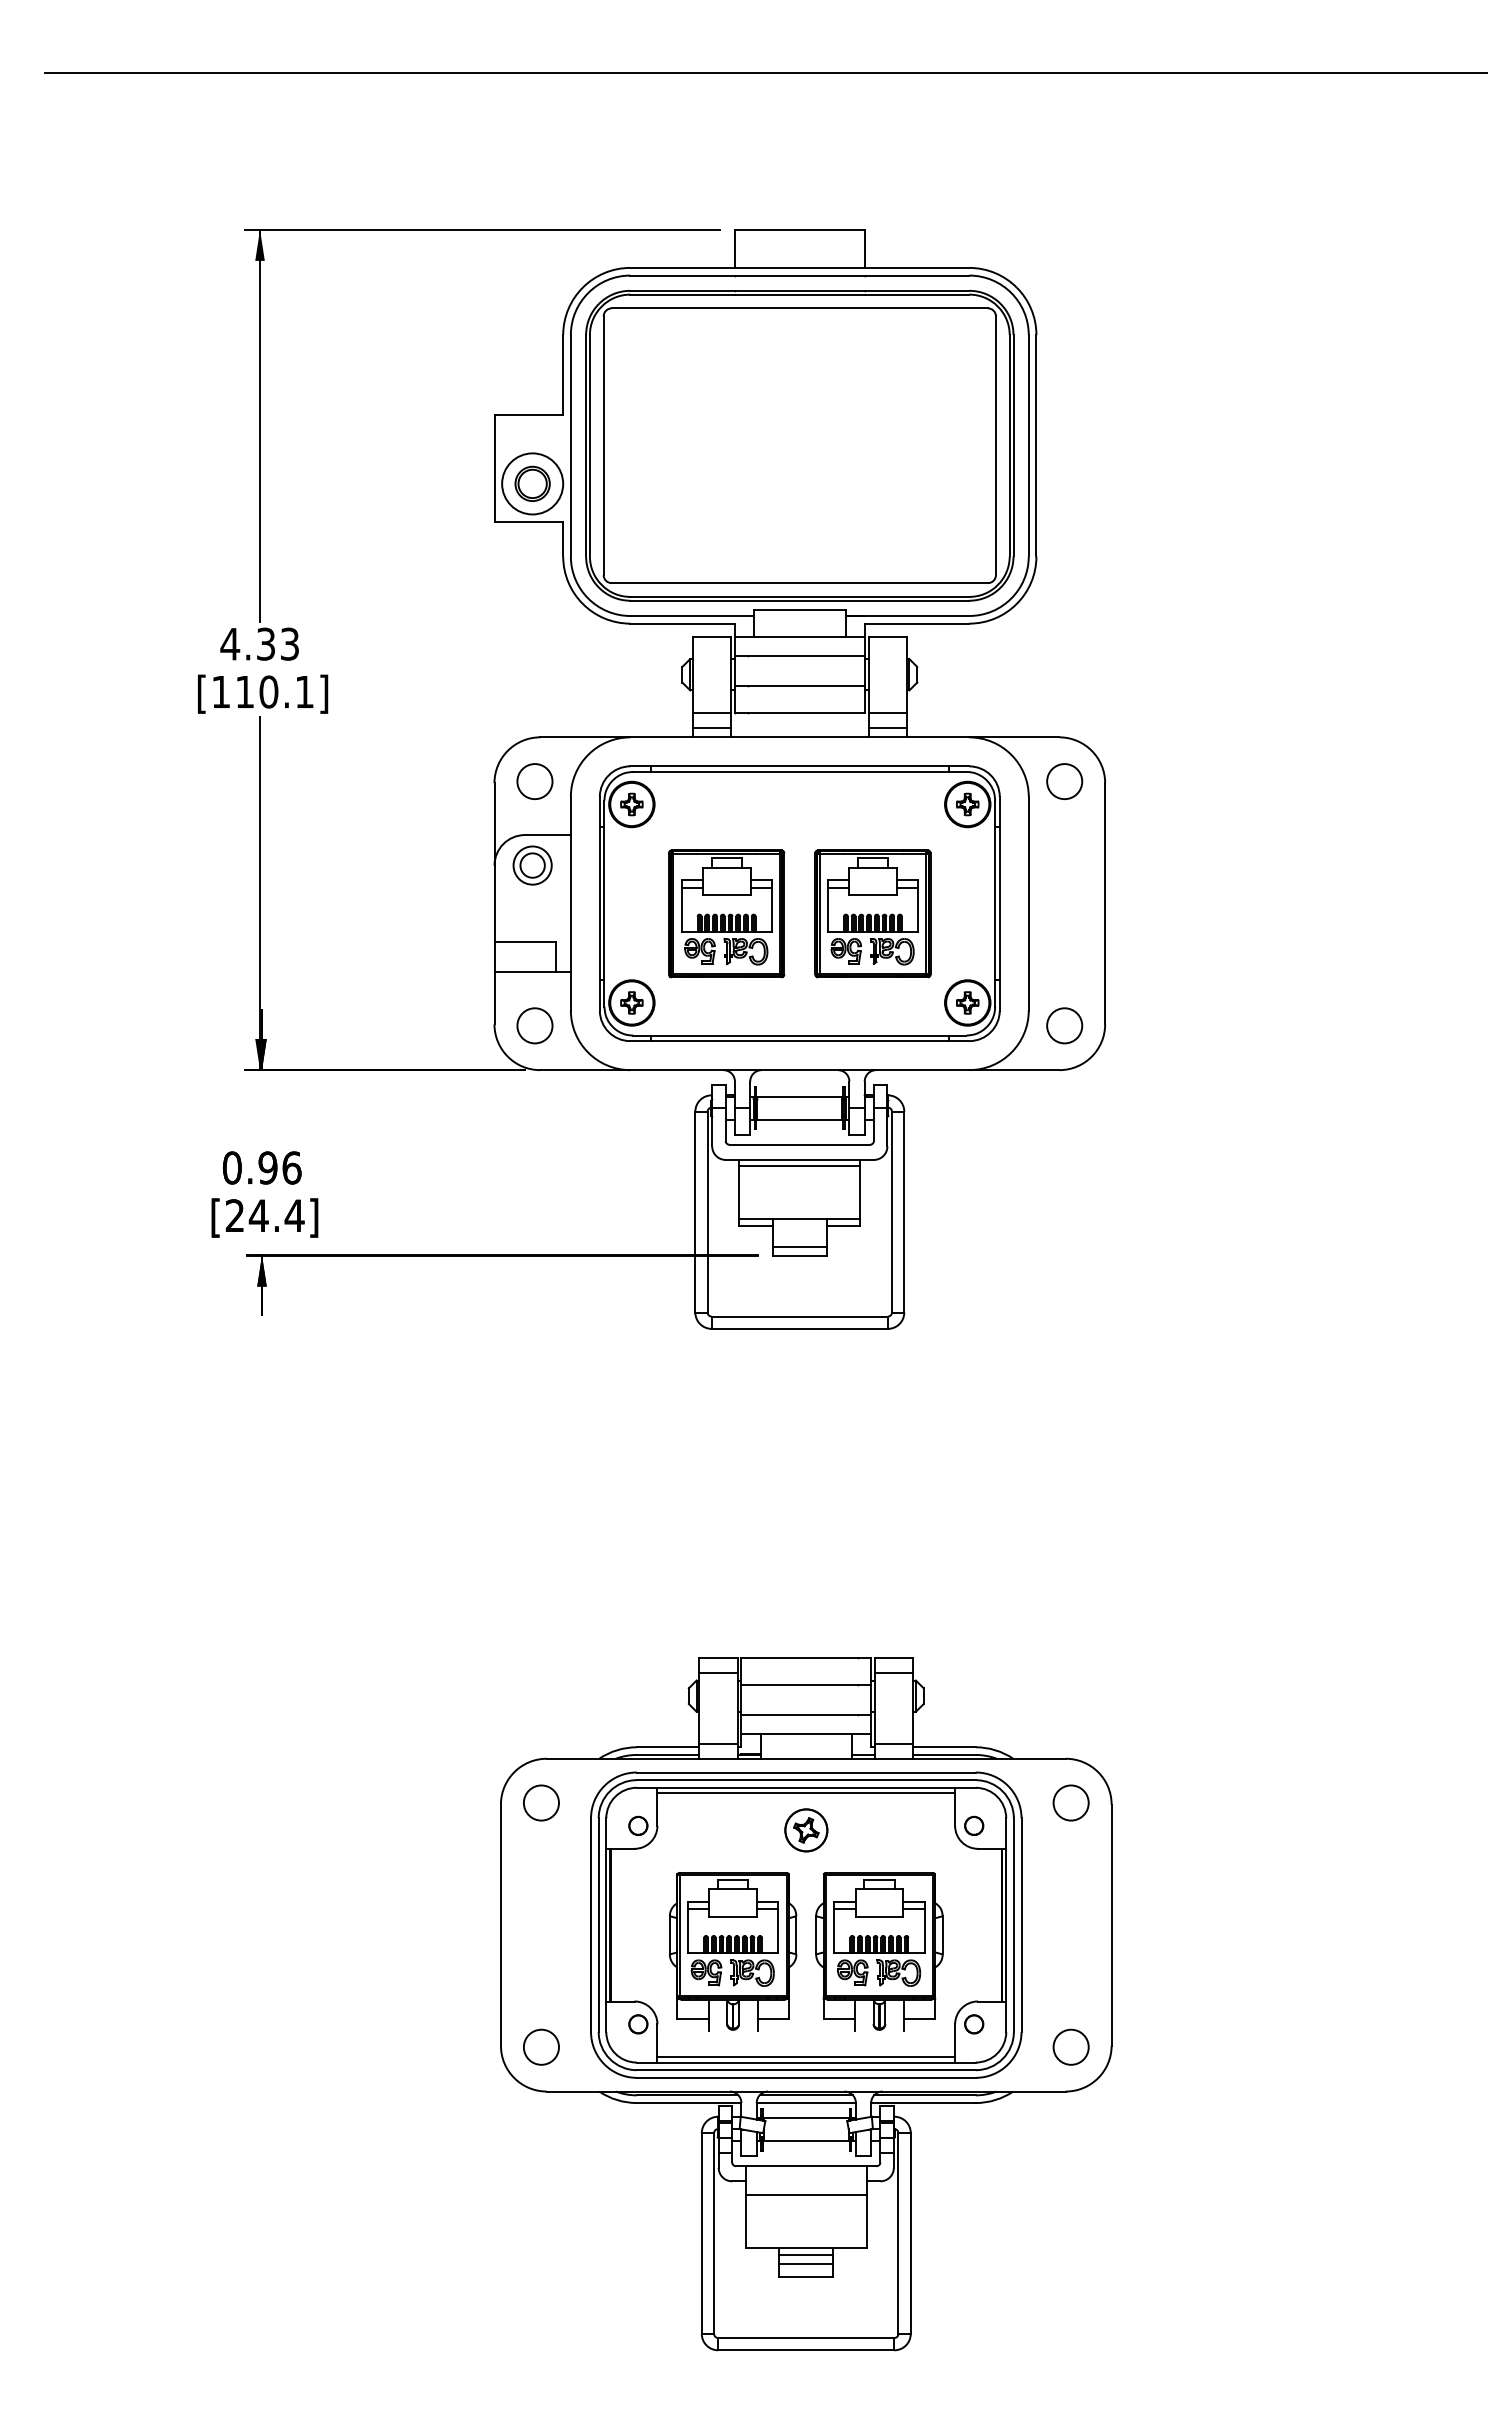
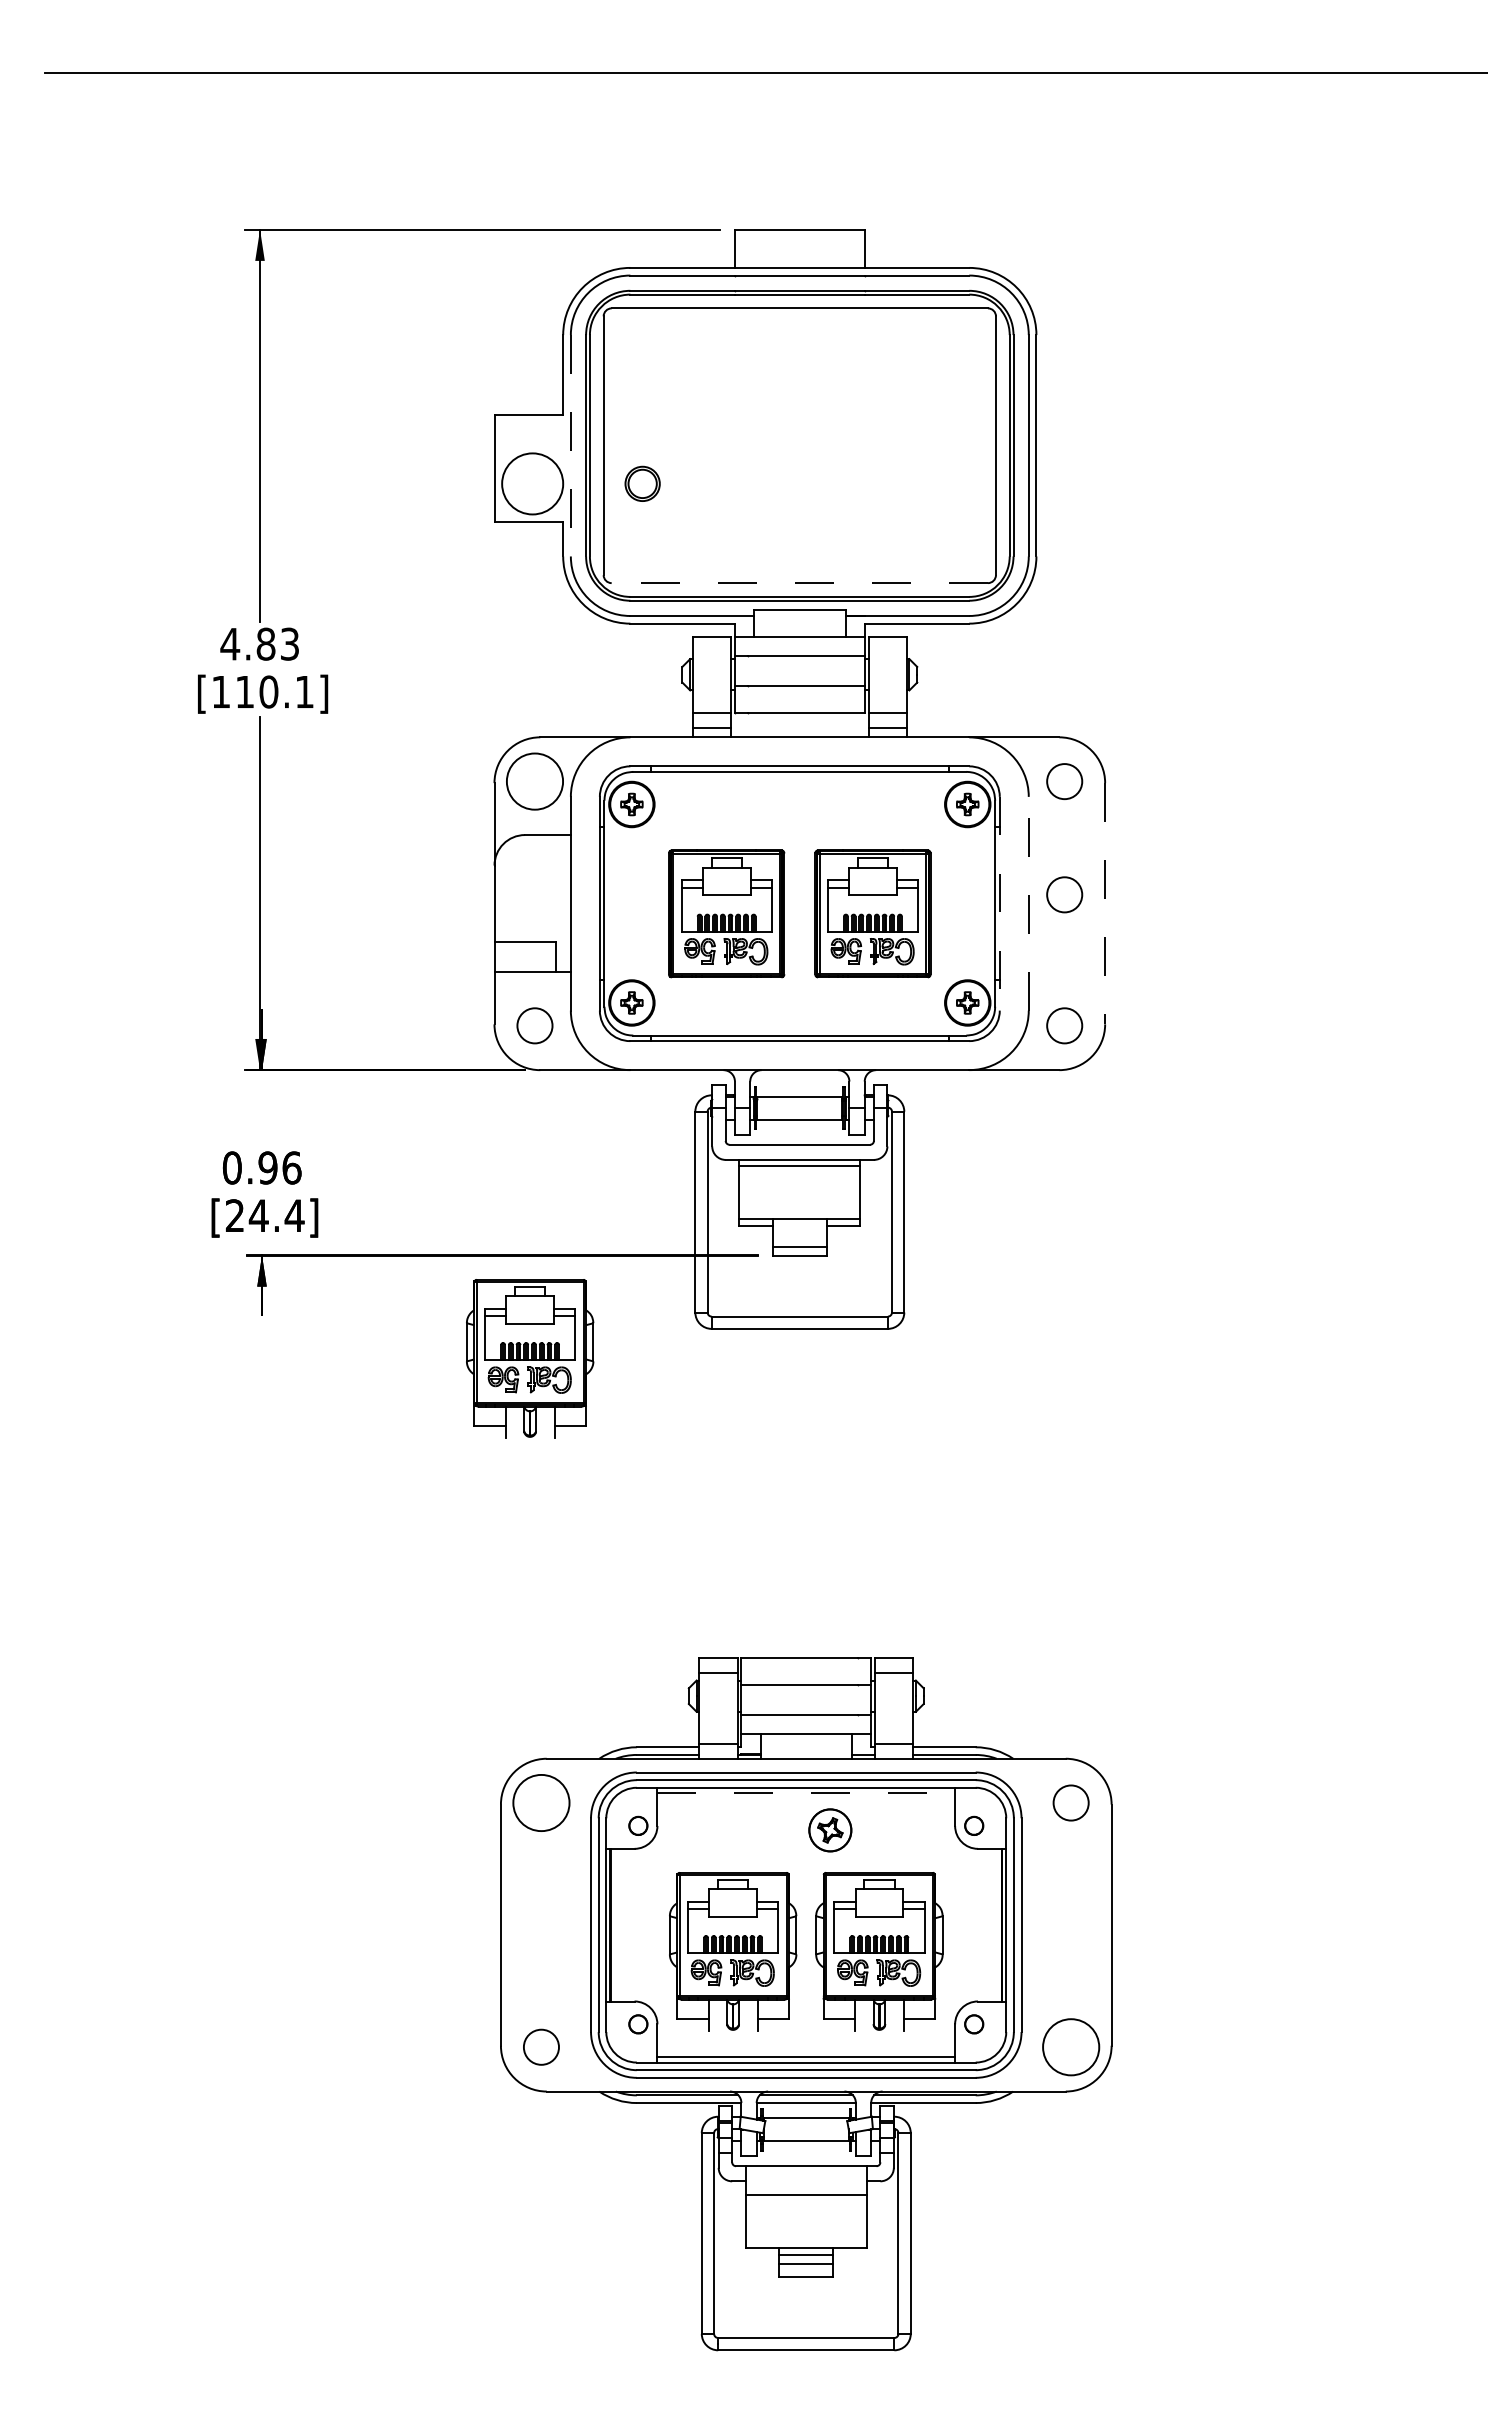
line at (570, 445): solid -> dashed
part at (532, 483) position: (532, 483) -> (642, 483)
line at (799, 583): solid -> dashed
text at (265, 643): 4.33 -> 4.83
circle at (534, 781) diameter: 35 px -> 56 px
part at (532, 865): present -> none
circle at (1064, 894): none -> present
line at (999, 903): solid -> dashed
line at (1028, 903): solid -> dashed
line at (1105, 903): solid -> dashed
part at (530, 1358): none -> present
line at (806, 1793): solid -> dashed
circle at (541, 1802) diameter: 35 px -> 56 px
part at (806, 1830) position: (806, 1830) -> (830, 1830)
circle at (1070, 2046) diameter: 35 px -> 56 px
